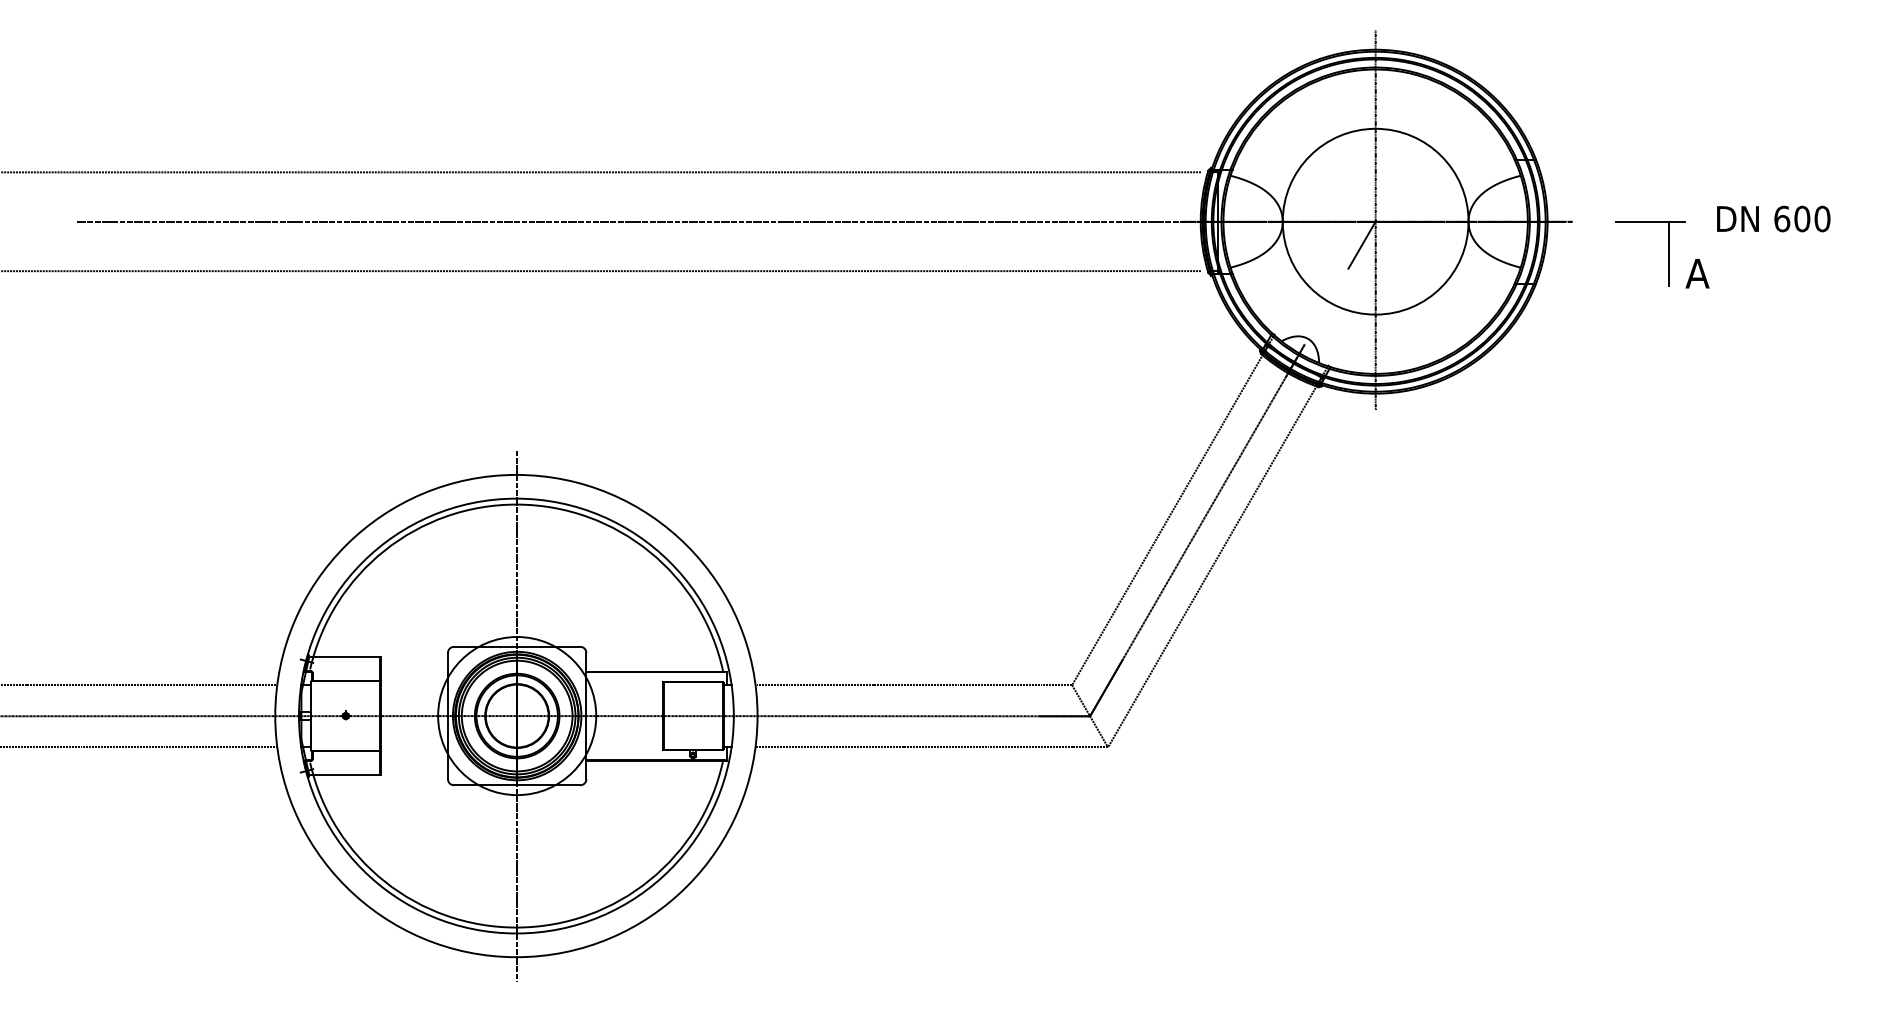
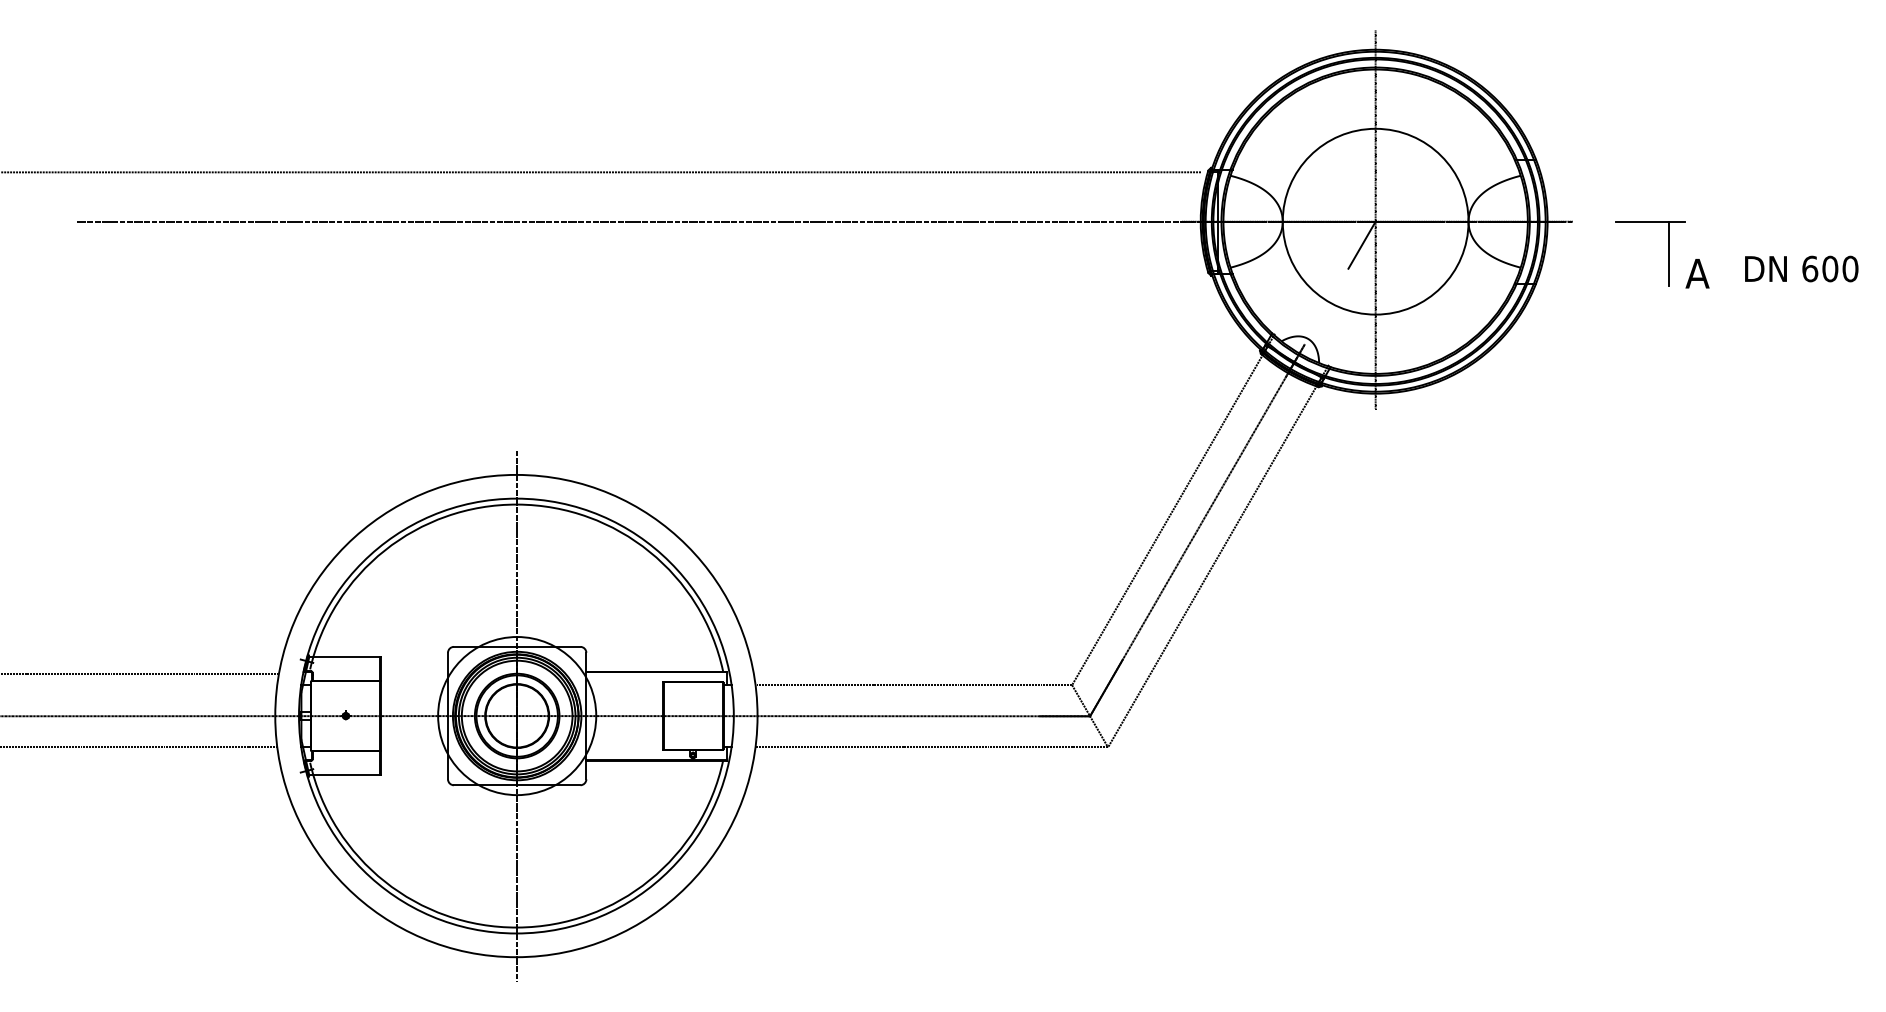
text at (1773, 218) position: (1773, 218) -> (1801, 268)
line at (602, 271): present -> none
line at (139, 685) position: (139, 685) -> (139, 674)
